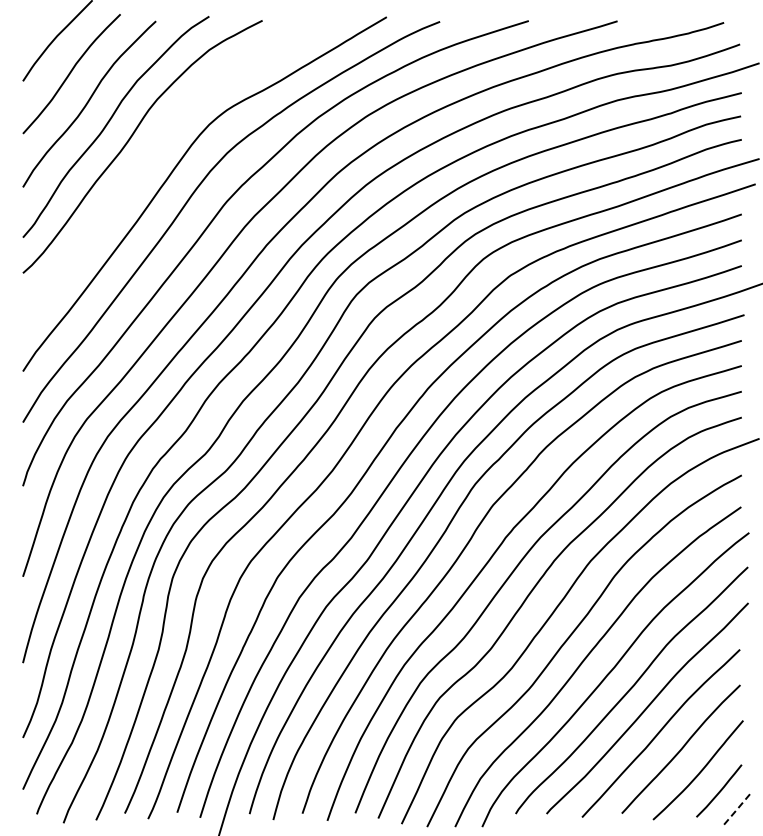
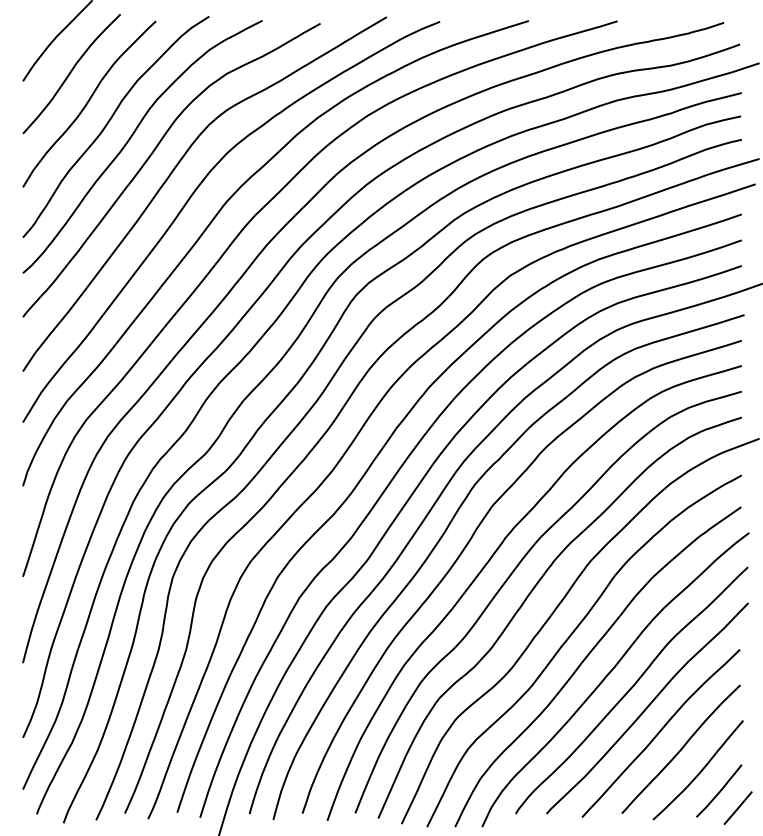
curve at (150, 157): none -> present
line at (737, 808): dashed -> solid
